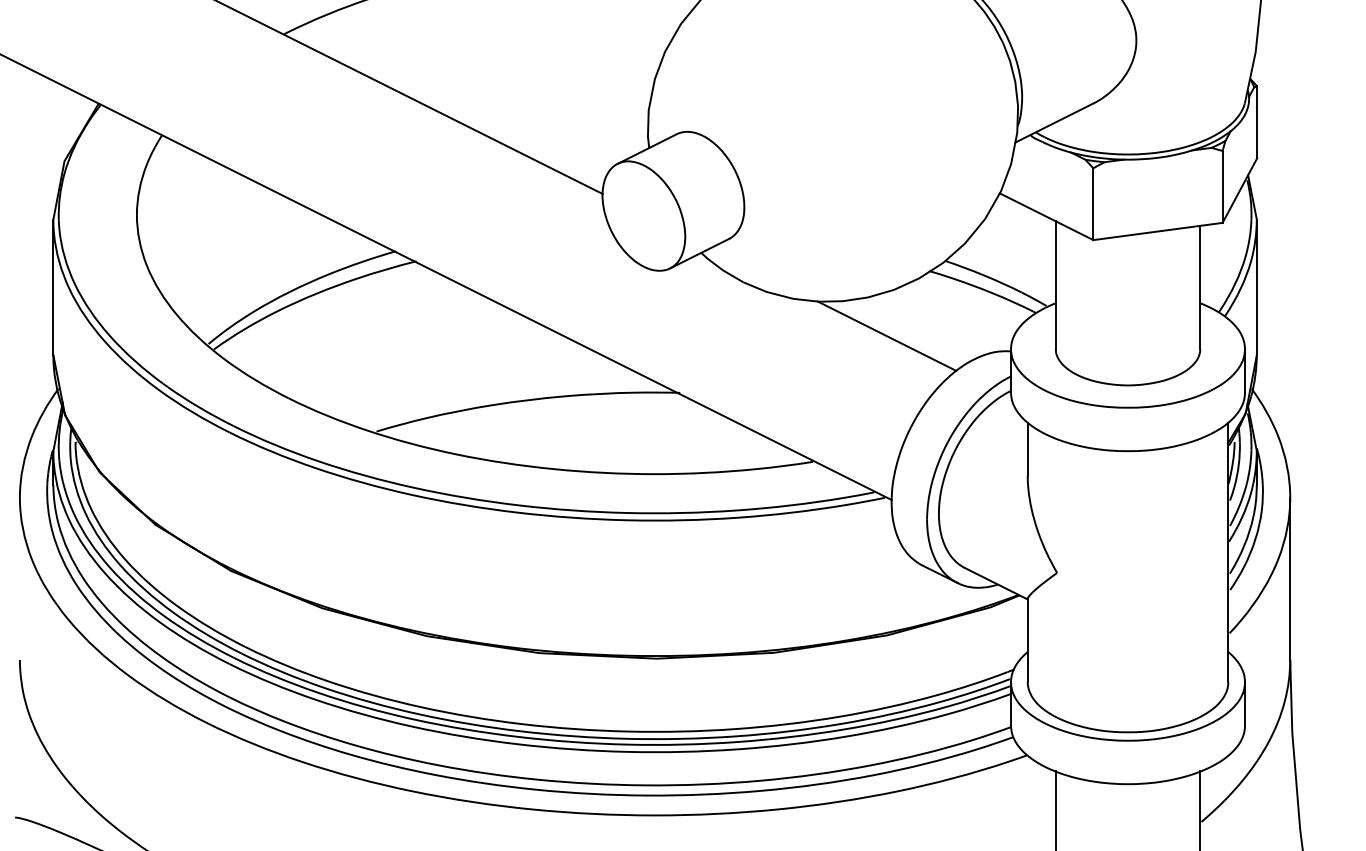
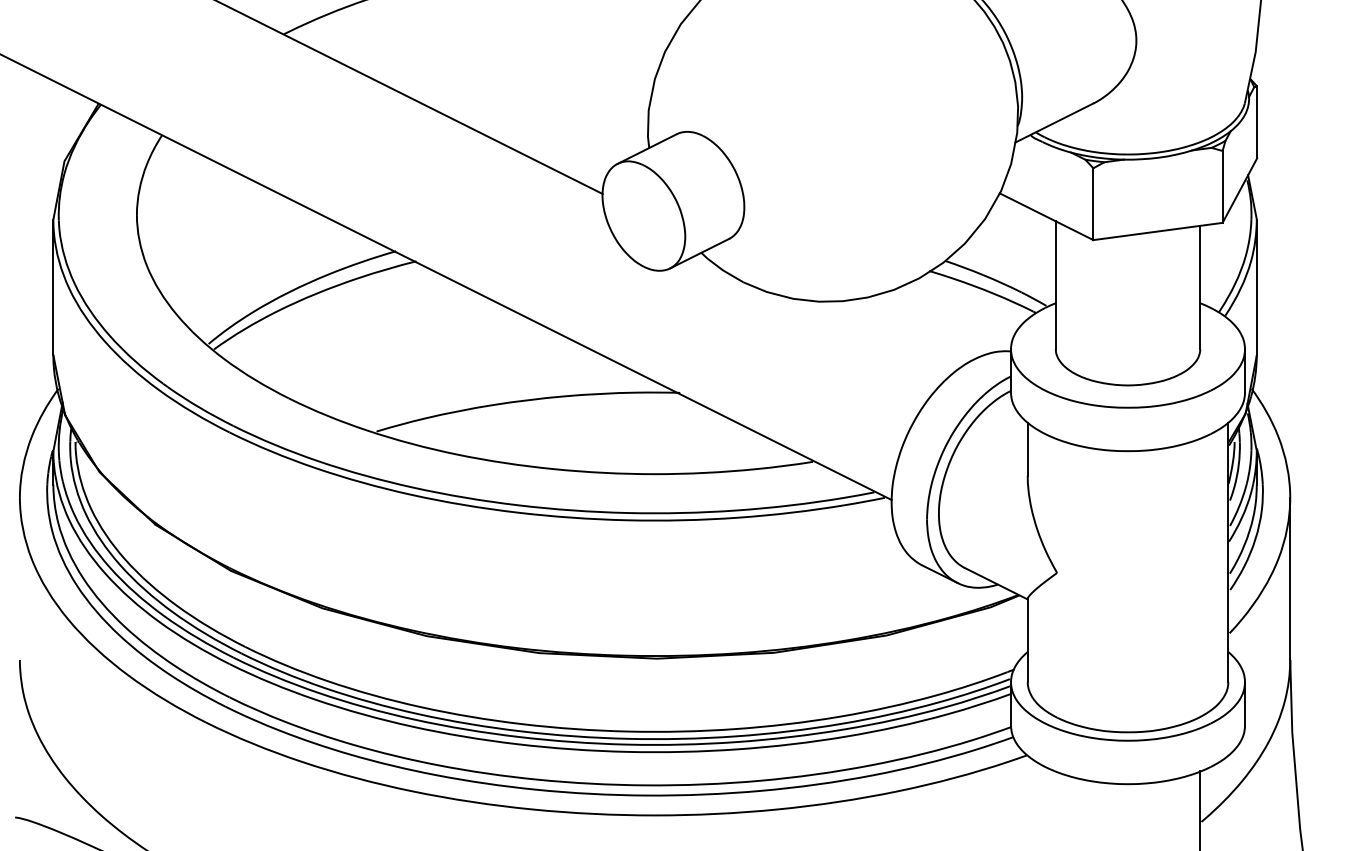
line at (886, 335): present -> none
line at (1055, 809): present -> none
